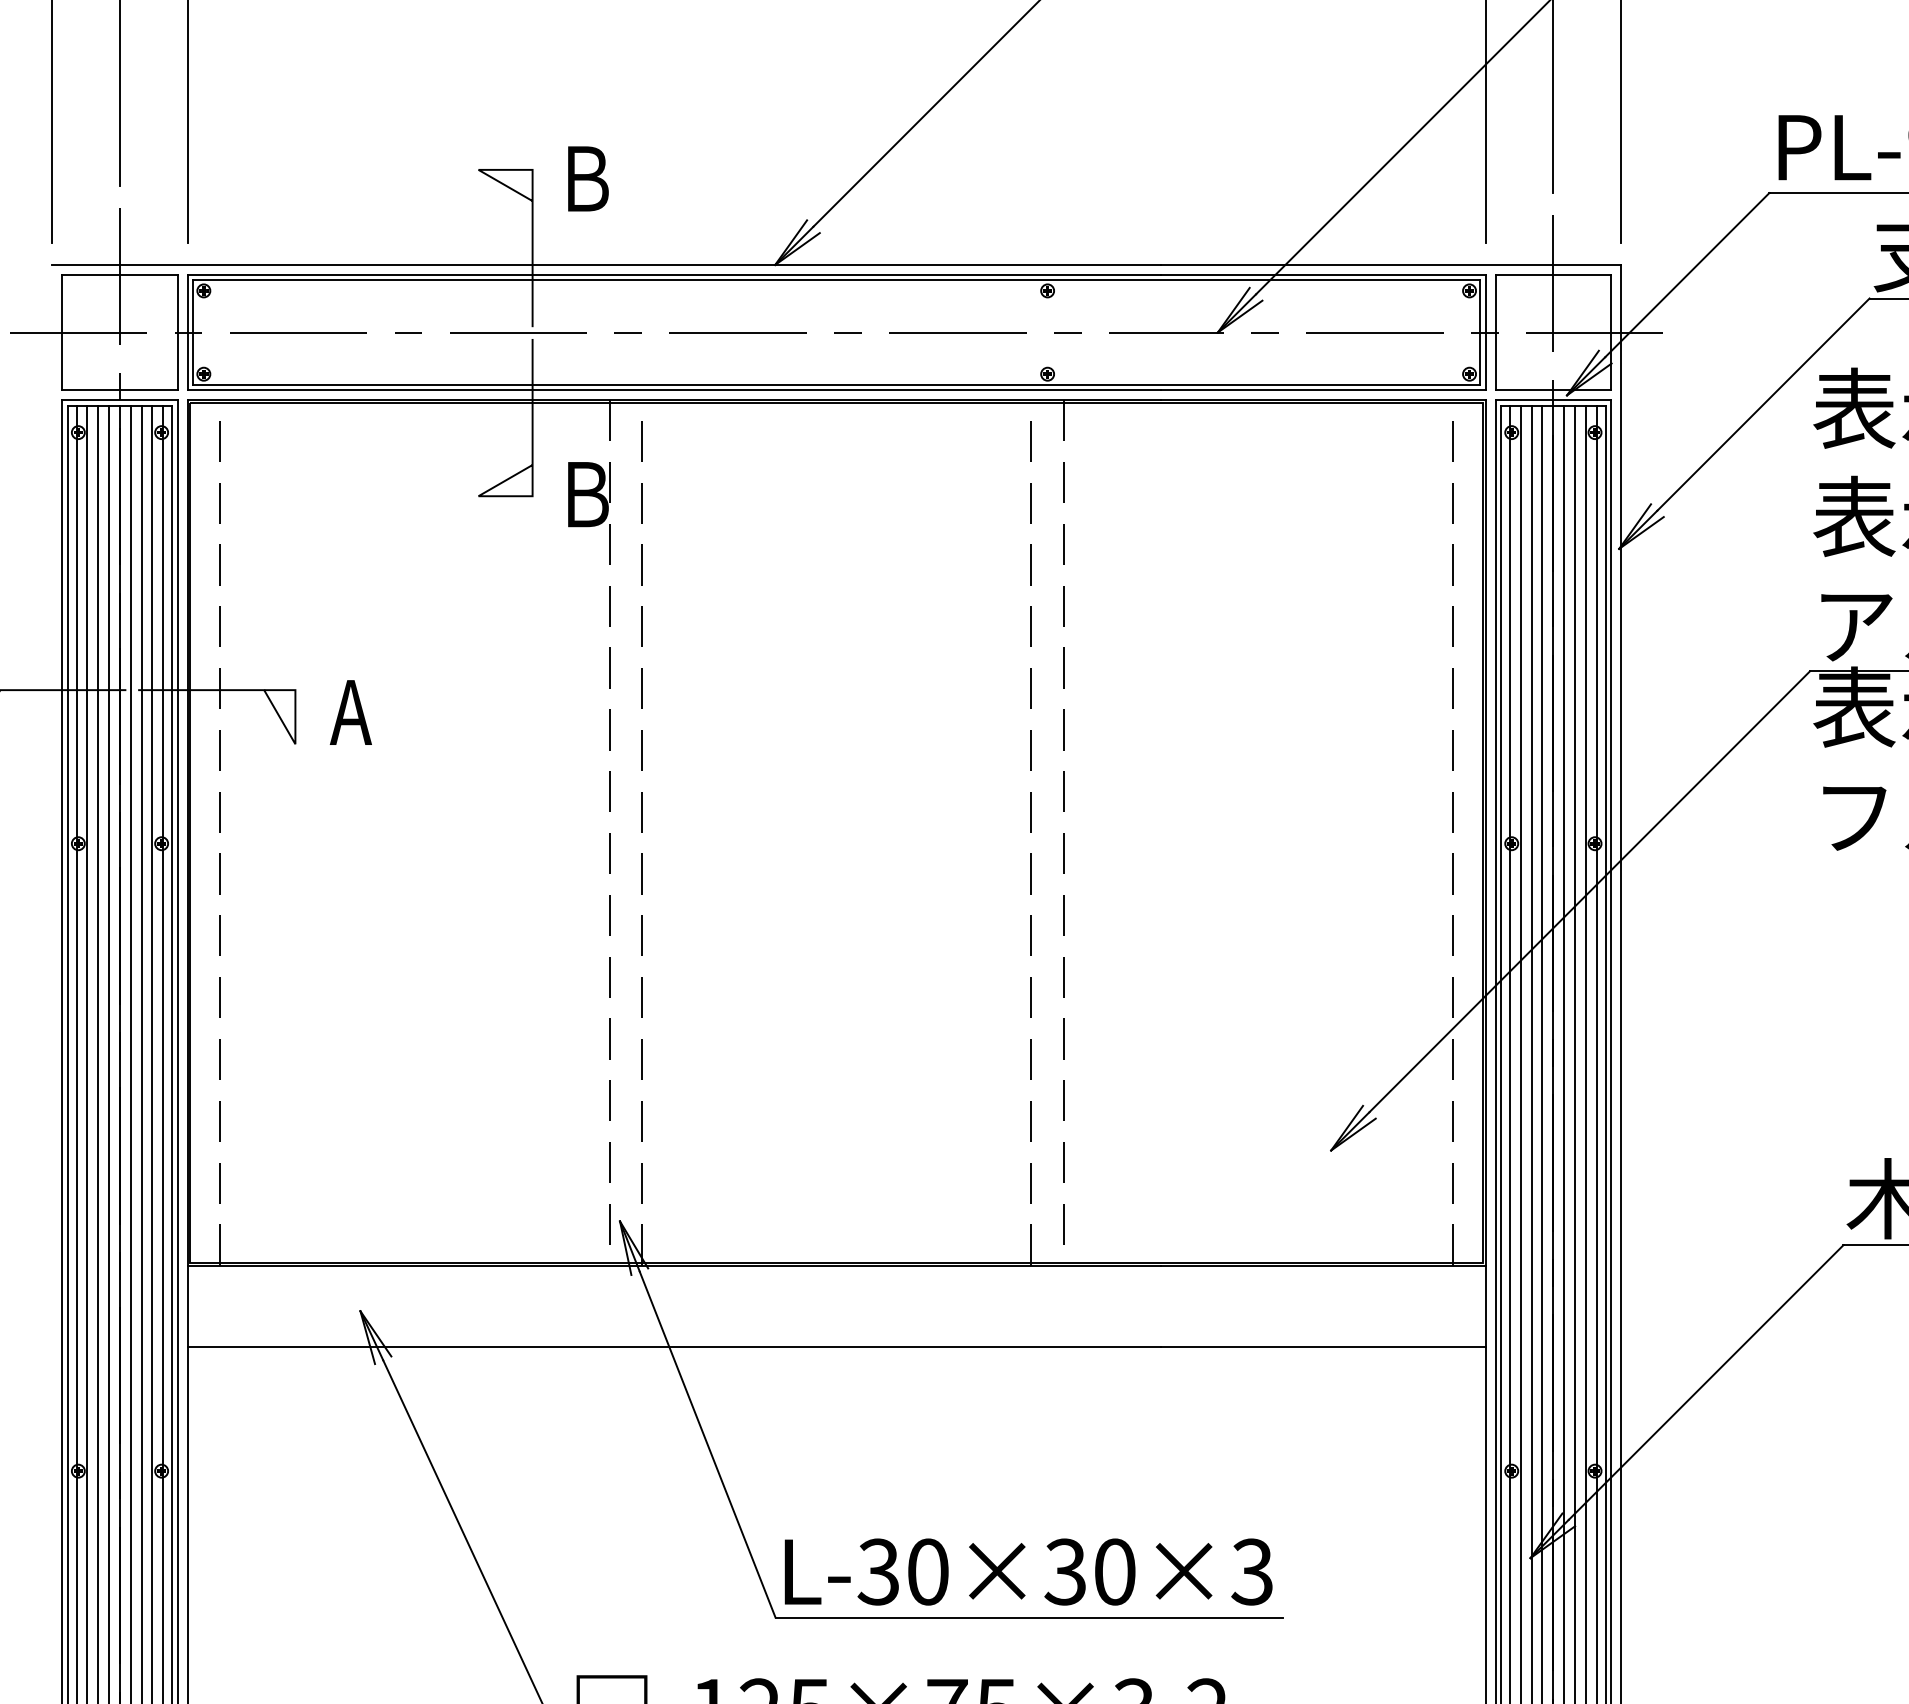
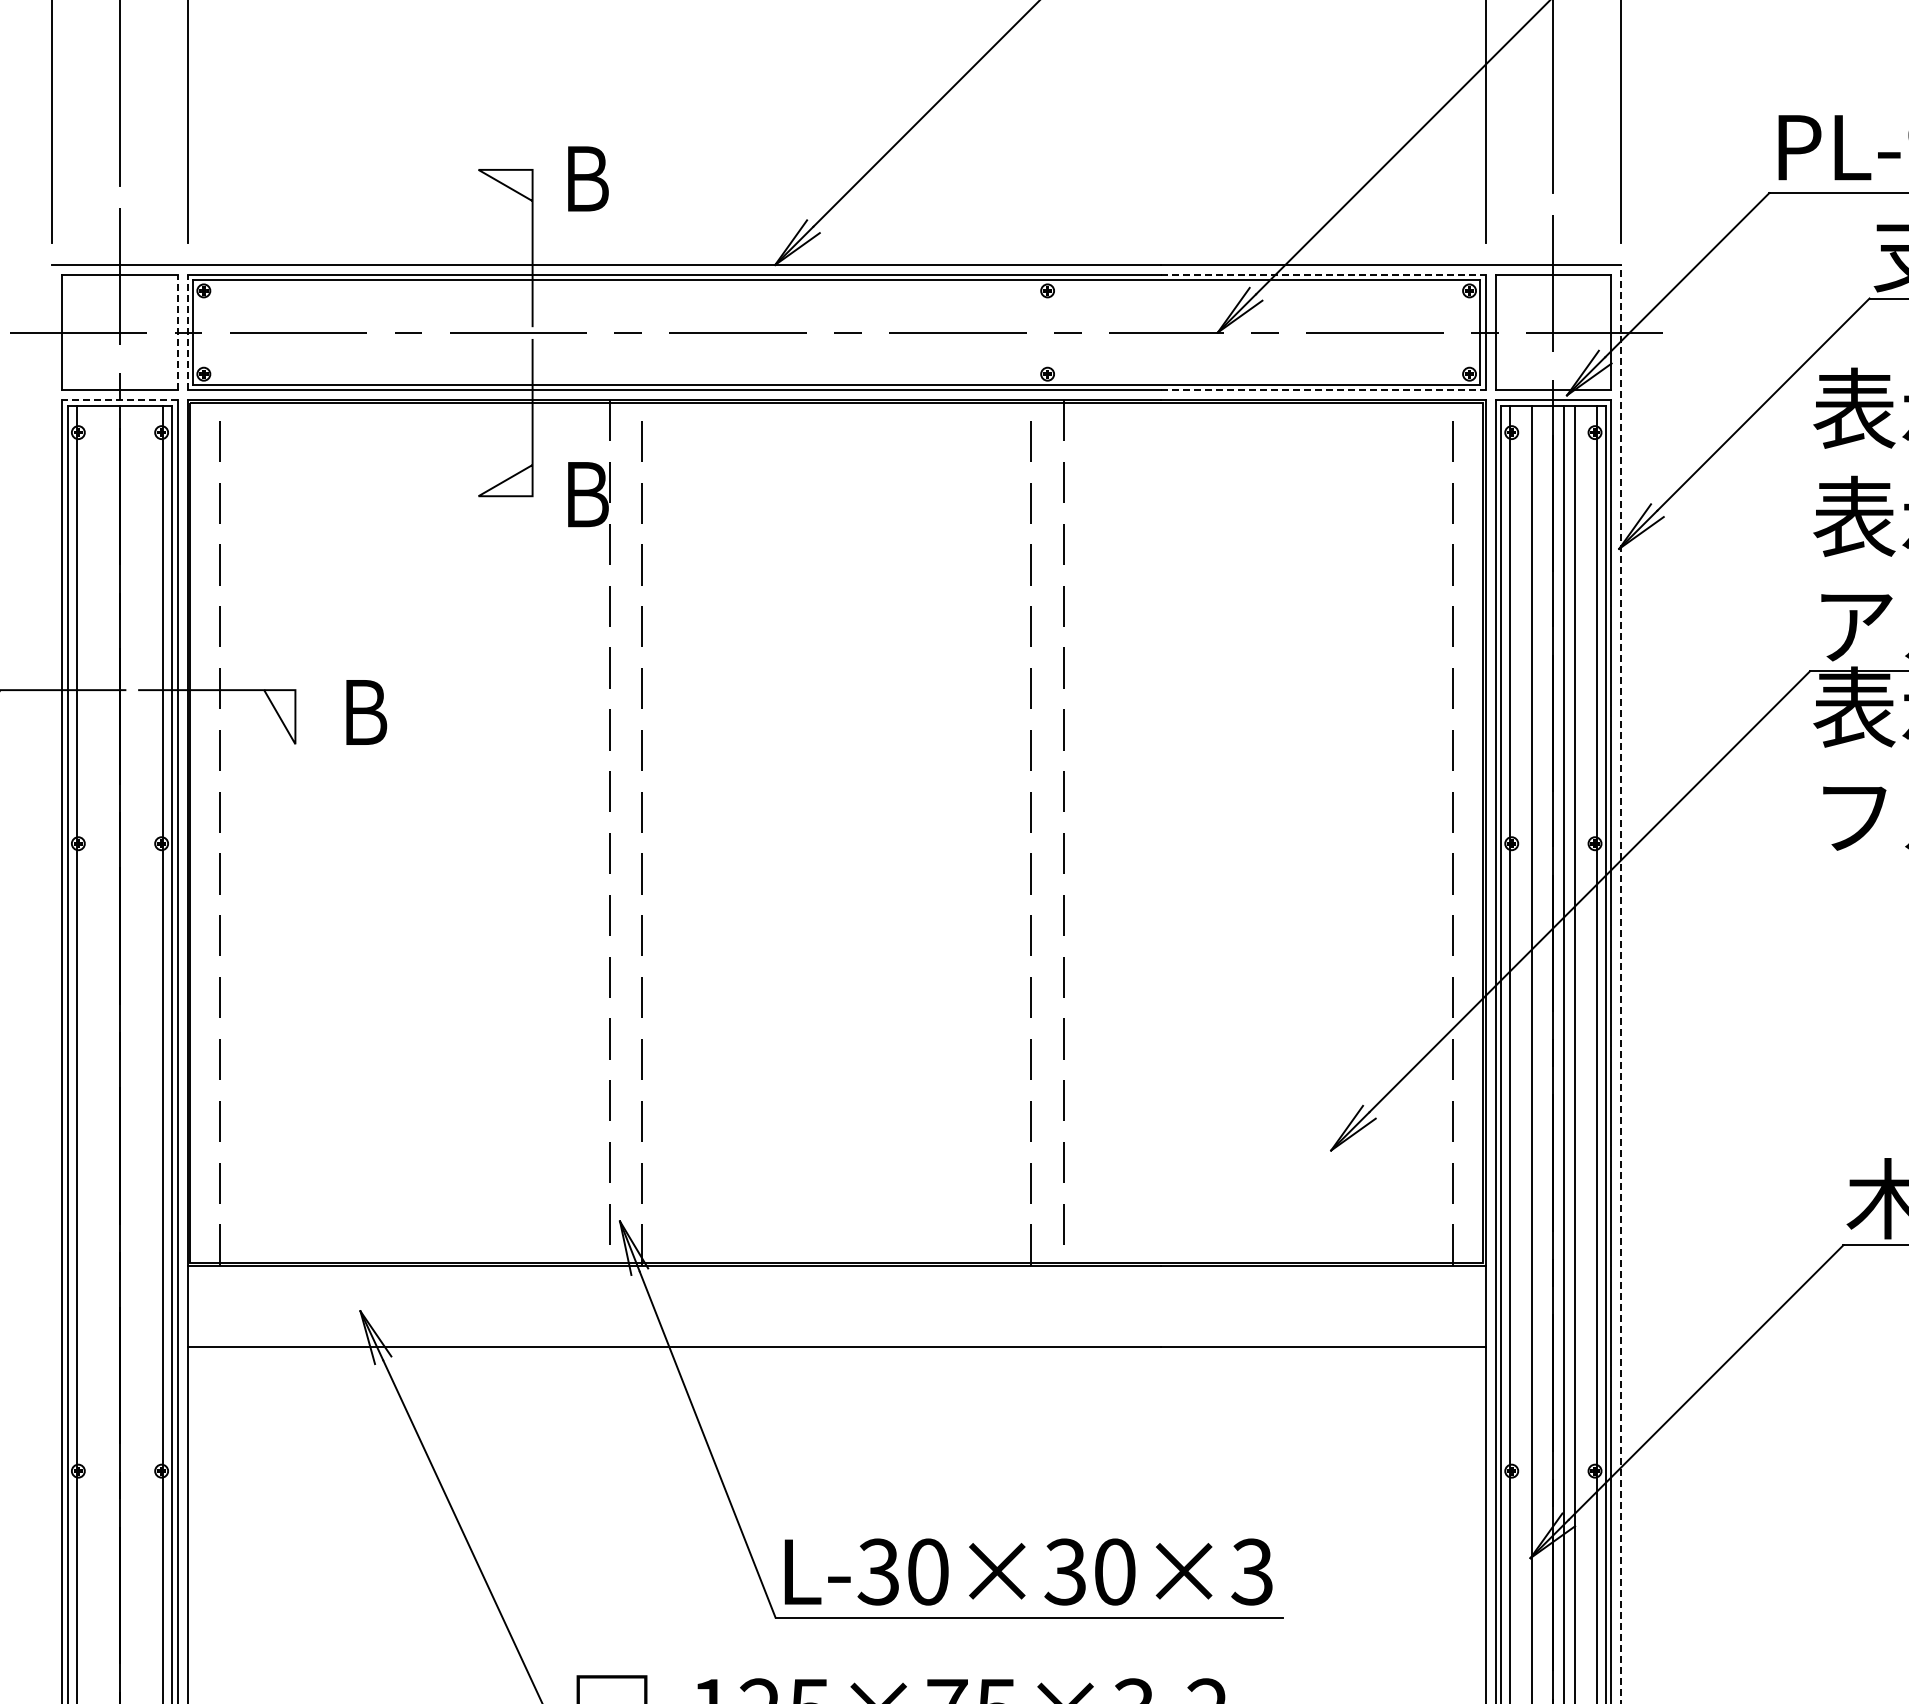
line at (1324, 274): solid -> dashed
line at (177, 332): solid -> dashed
line at (187, 332): solid -> dashed
line at (1324, 390): solid -> dashed
line at (120, 400): solid -> dashed
text at (358, 712): A -> Ｂ
line at (1621, 983): solid -> dashed
line at (87, 1052): present -> none
line at (98, 1052): present -> none
line at (109, 1052): present -> none
line at (130, 1052): present -> none
line at (141, 1052): present -> none
line at (152, 1052): present -> none
line at (1520, 1052): present -> none
line at (1542, 1052): present -> none
line at (1585, 1052): present -> none
